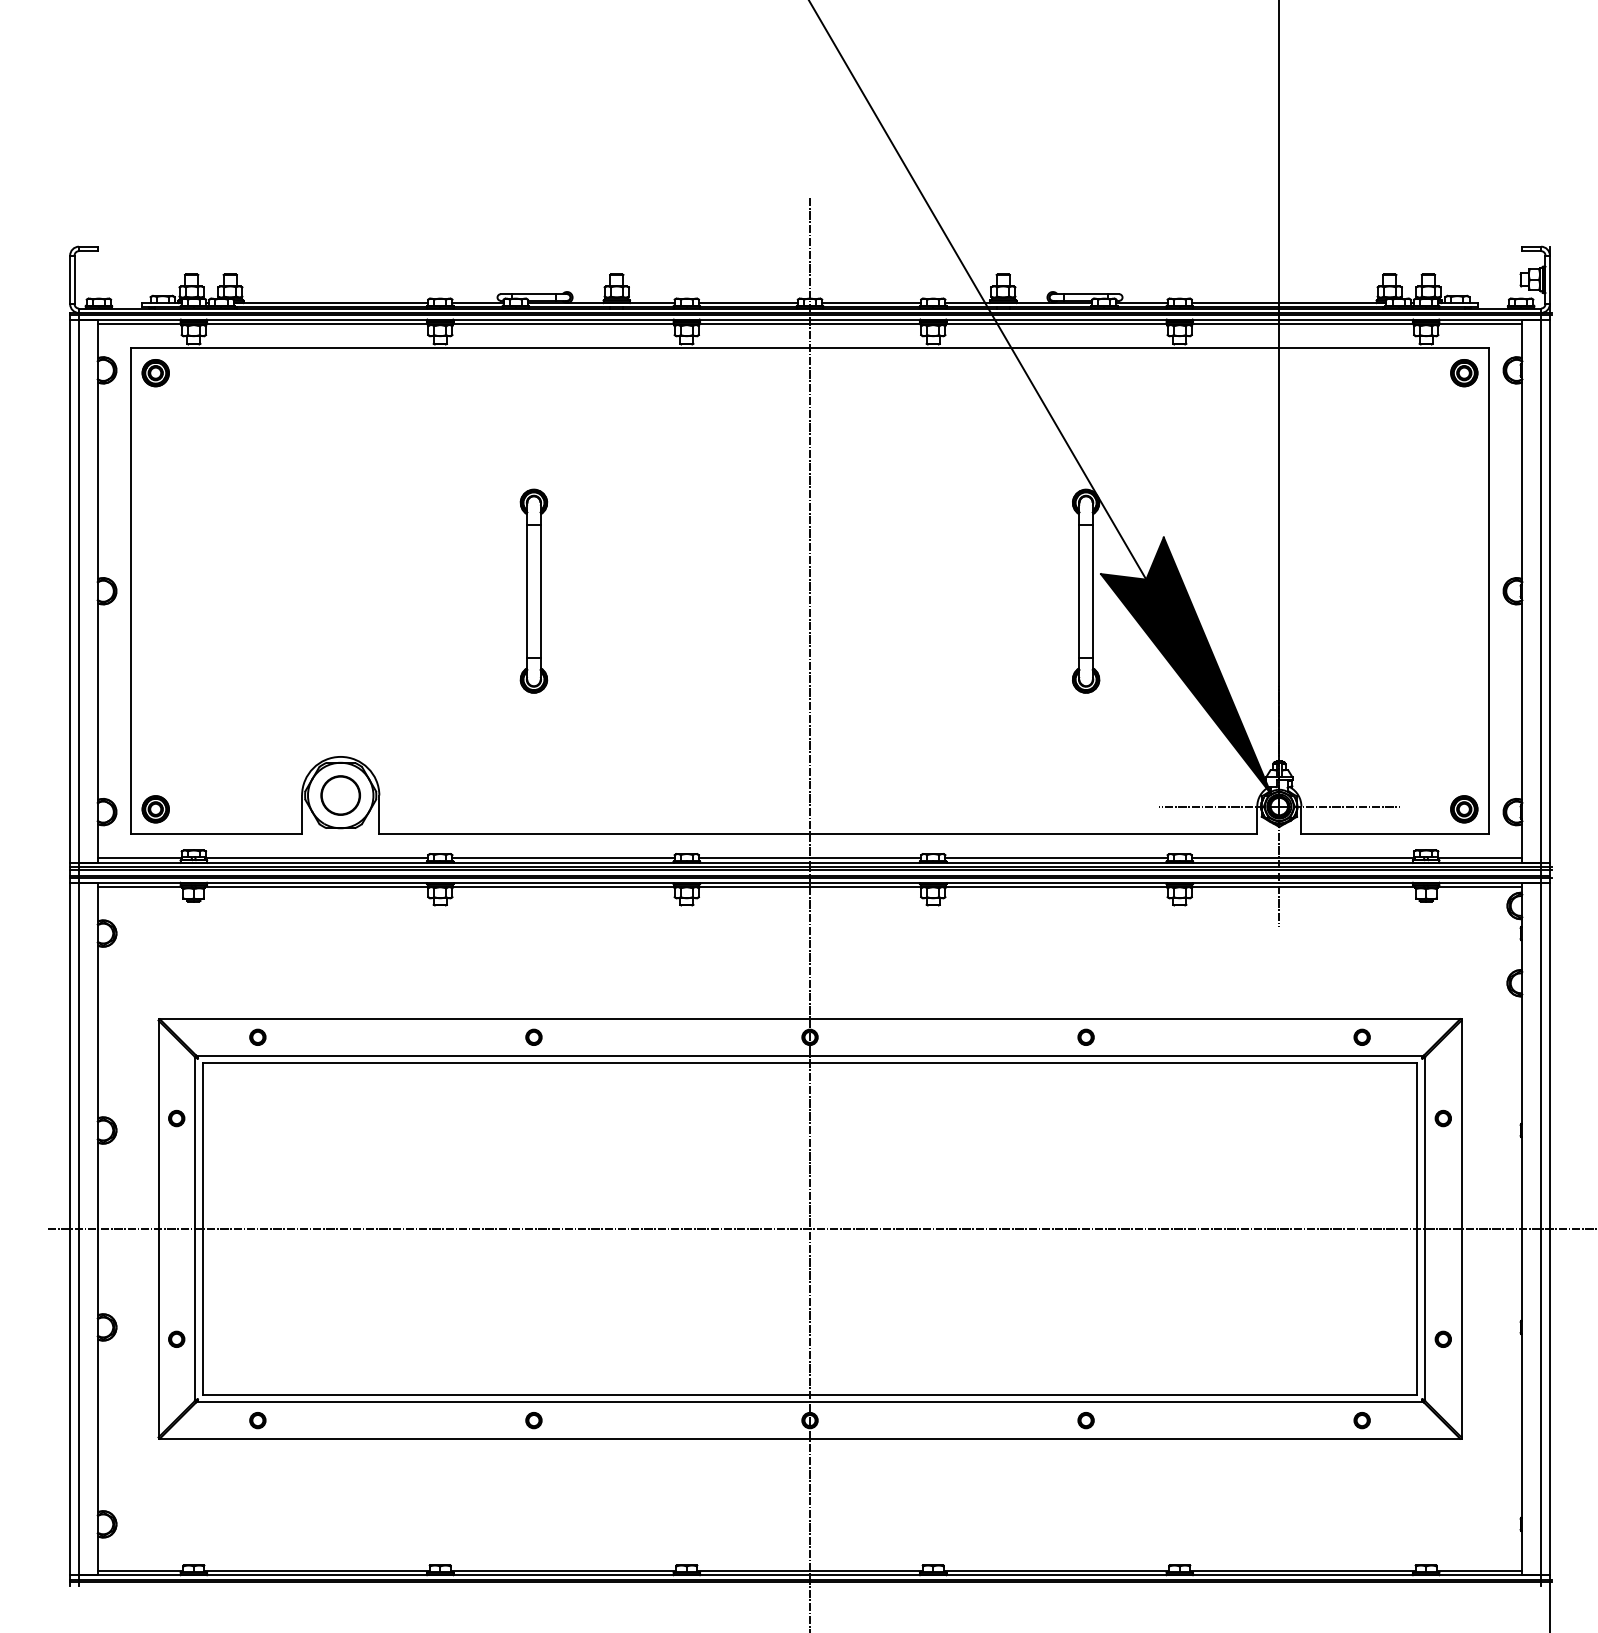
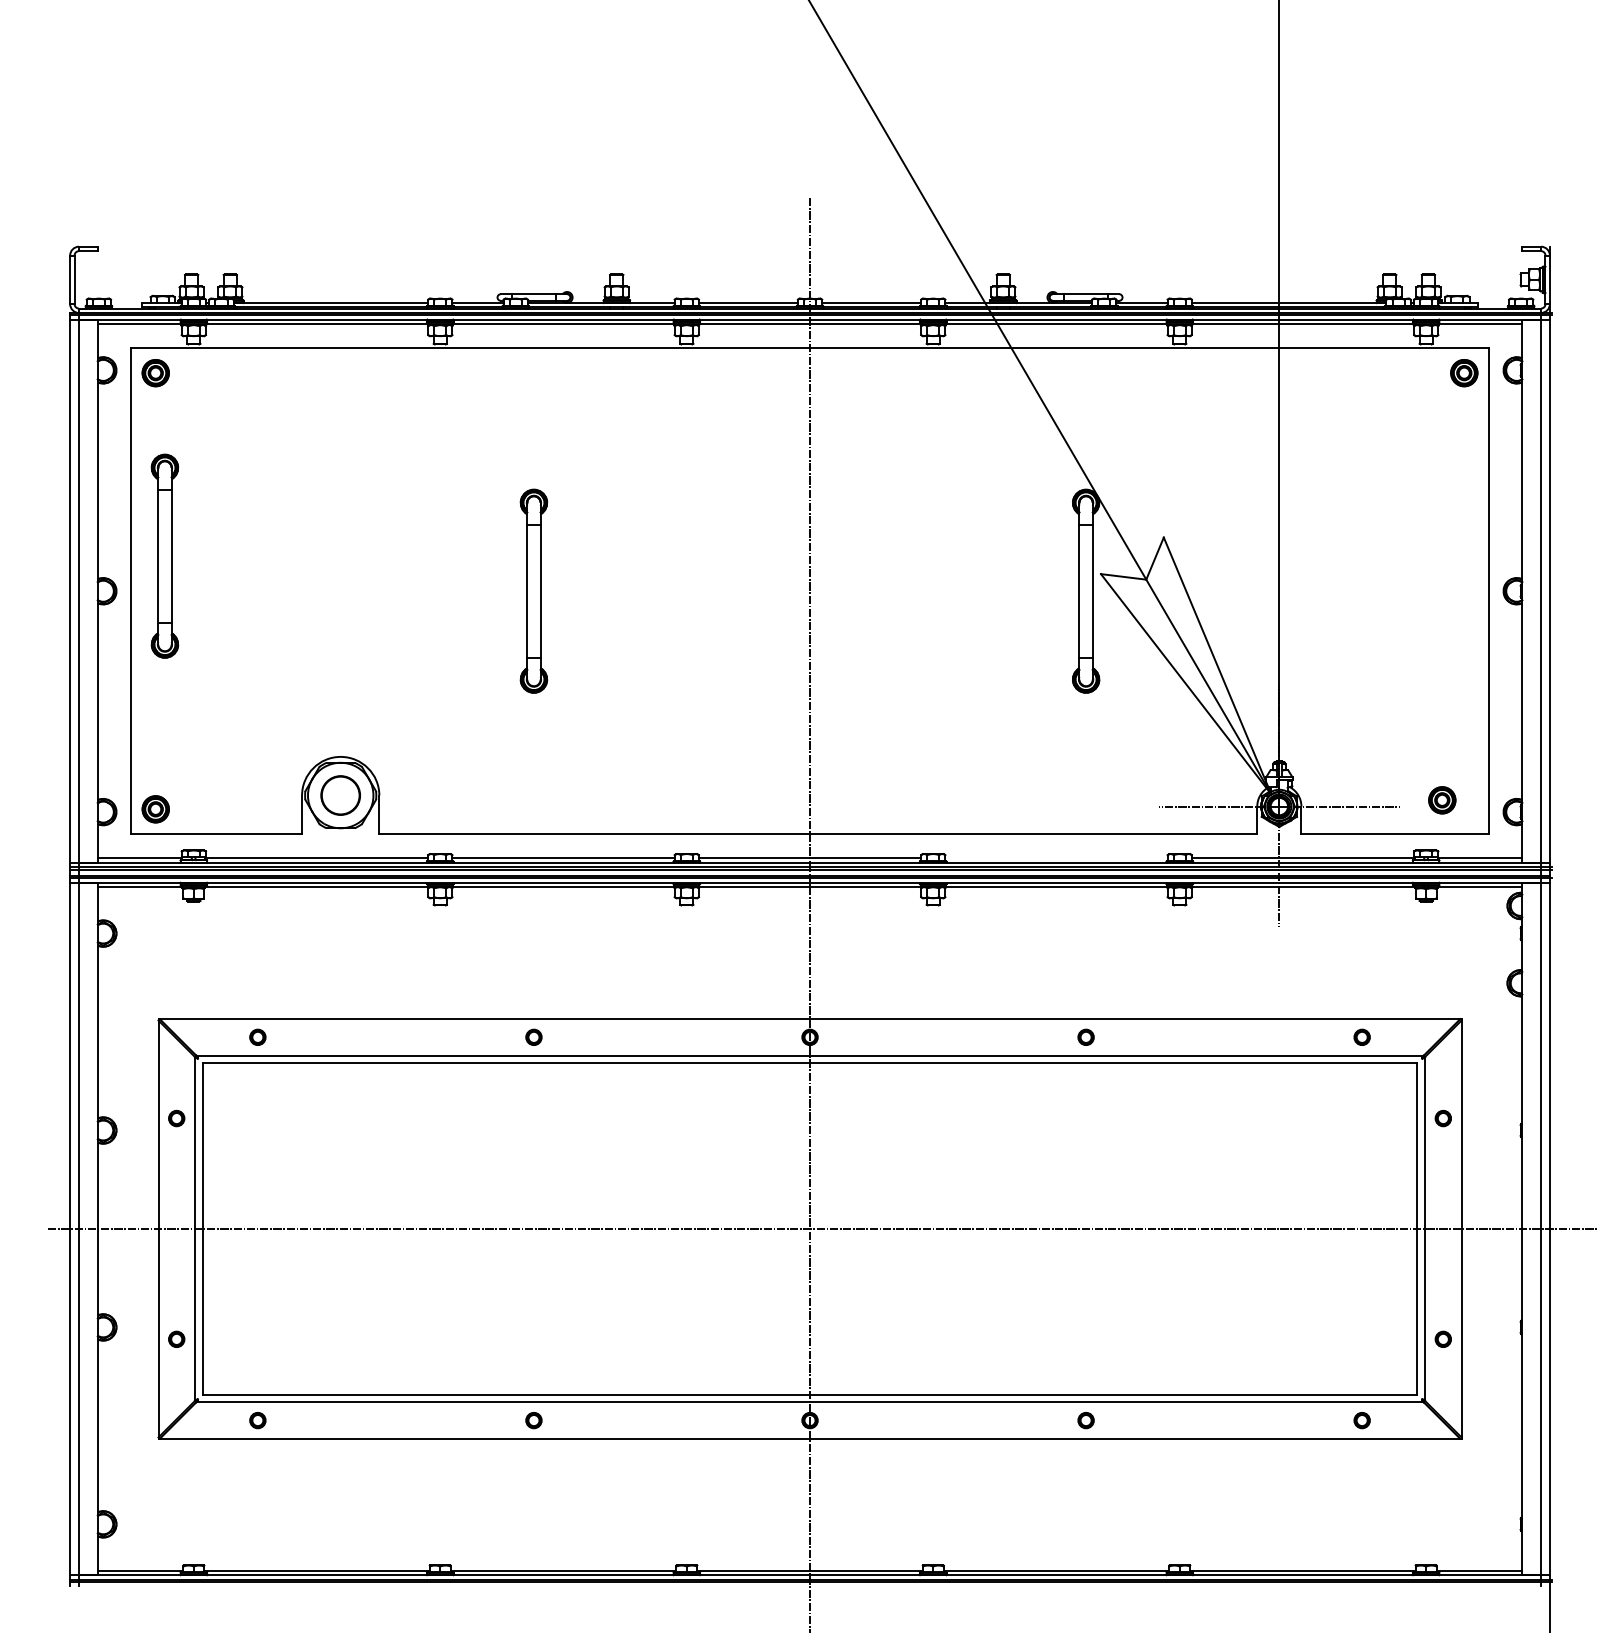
part at (164, 555): none -> present
fill at (1186, 665): present -> none
part at (1464, 809) position: (1464, 809) -> (1442, 800)
line at (1056, 858): present -> none
